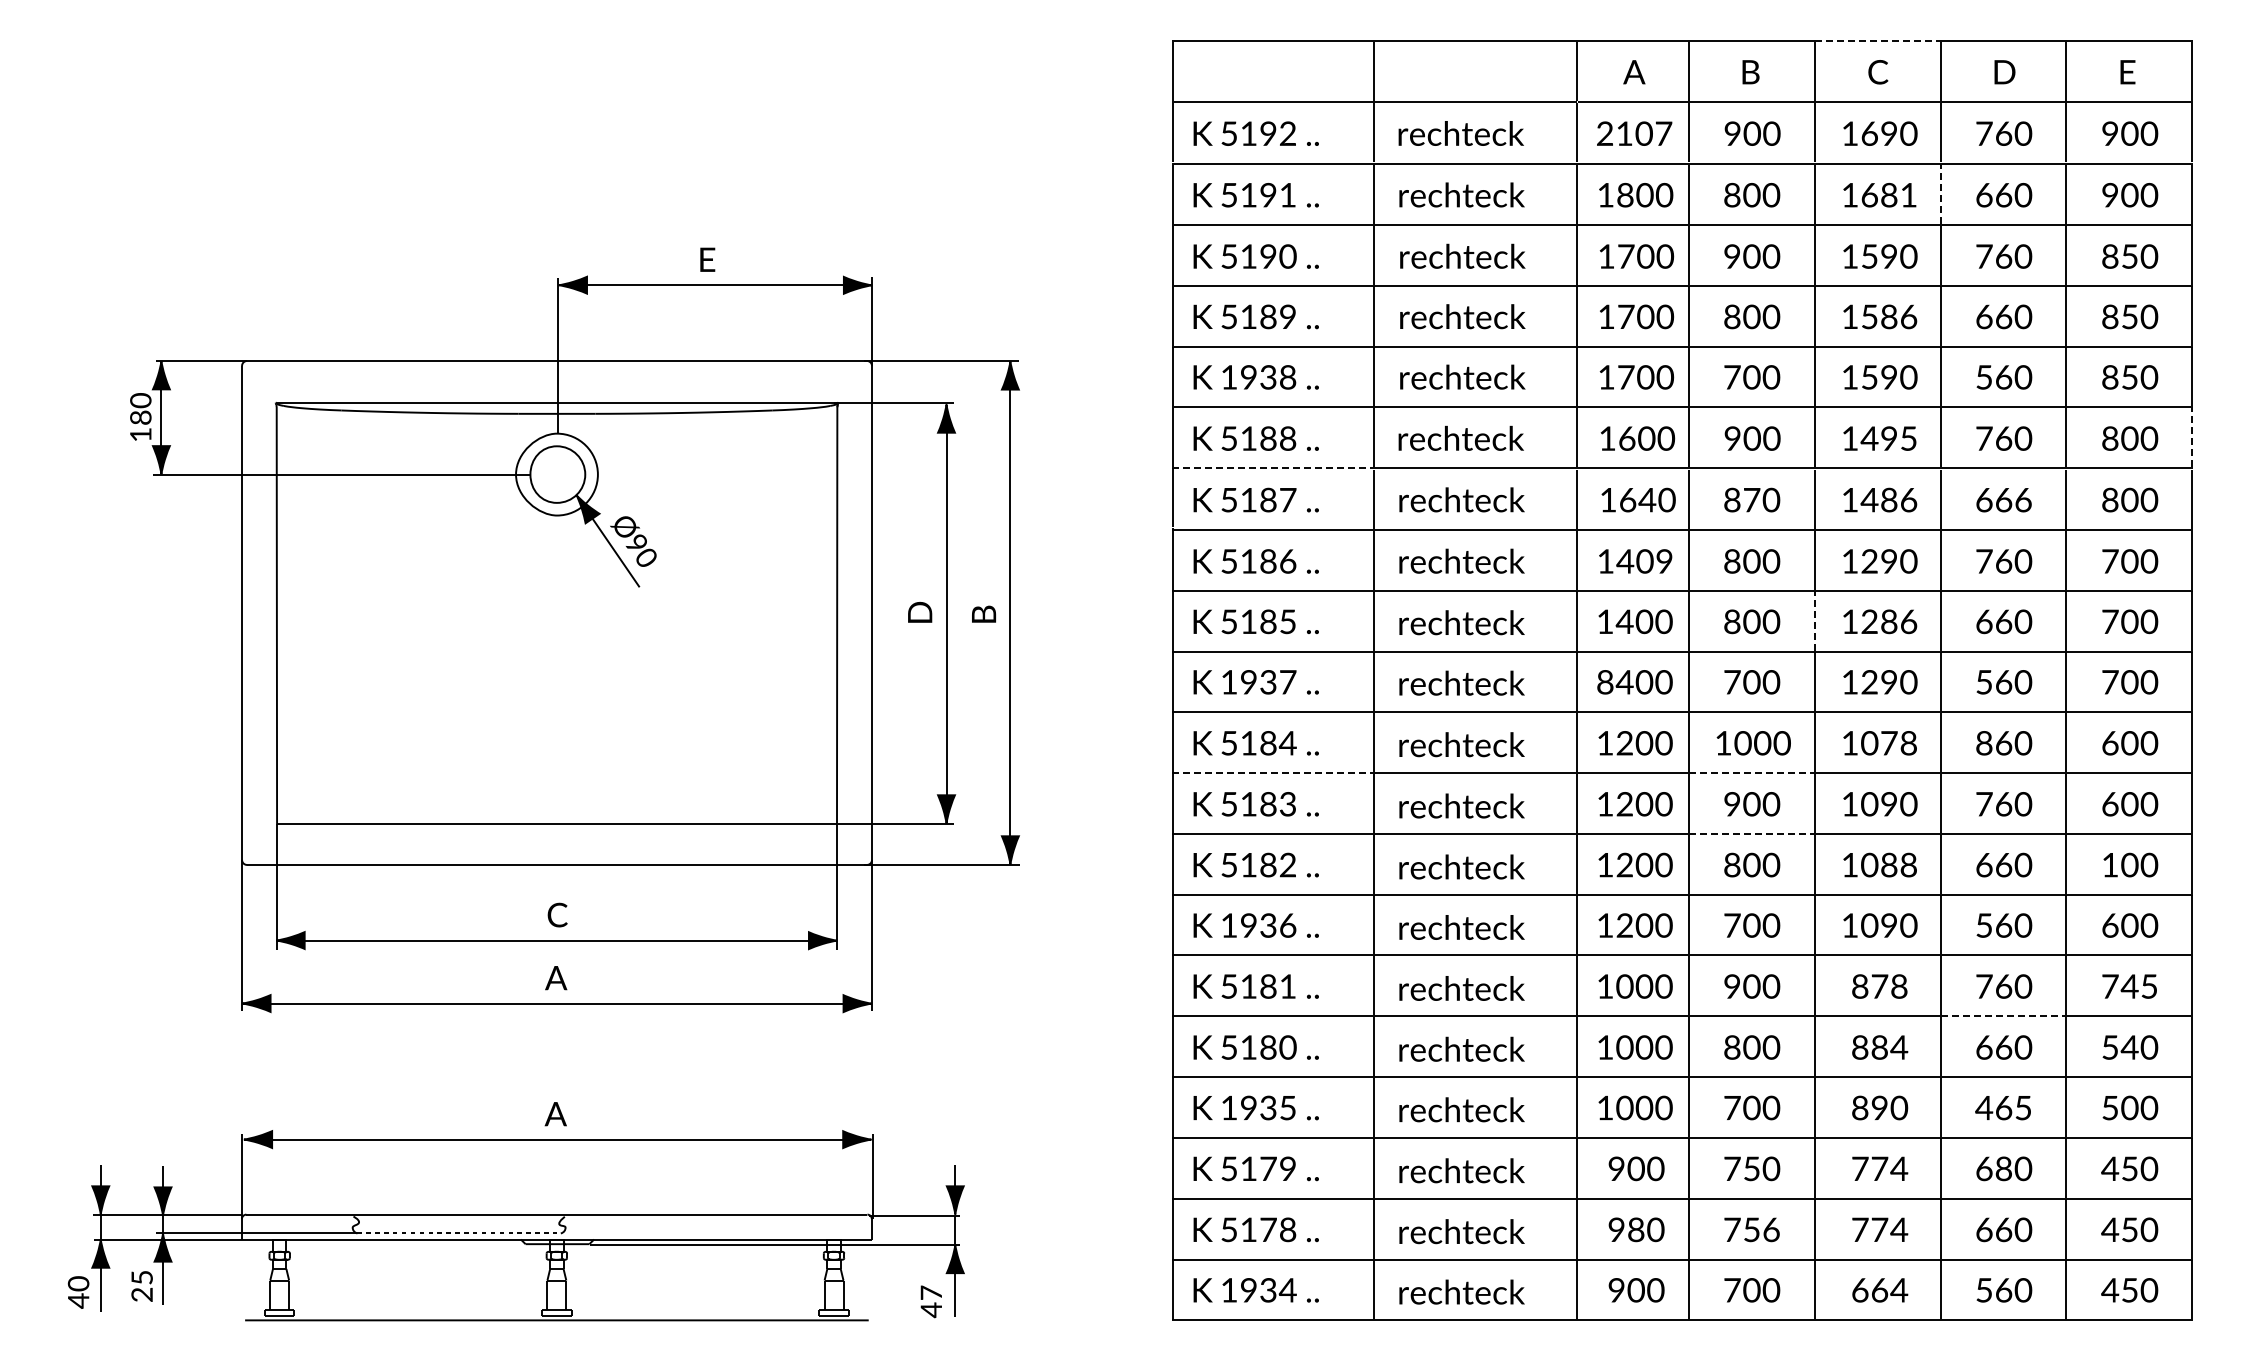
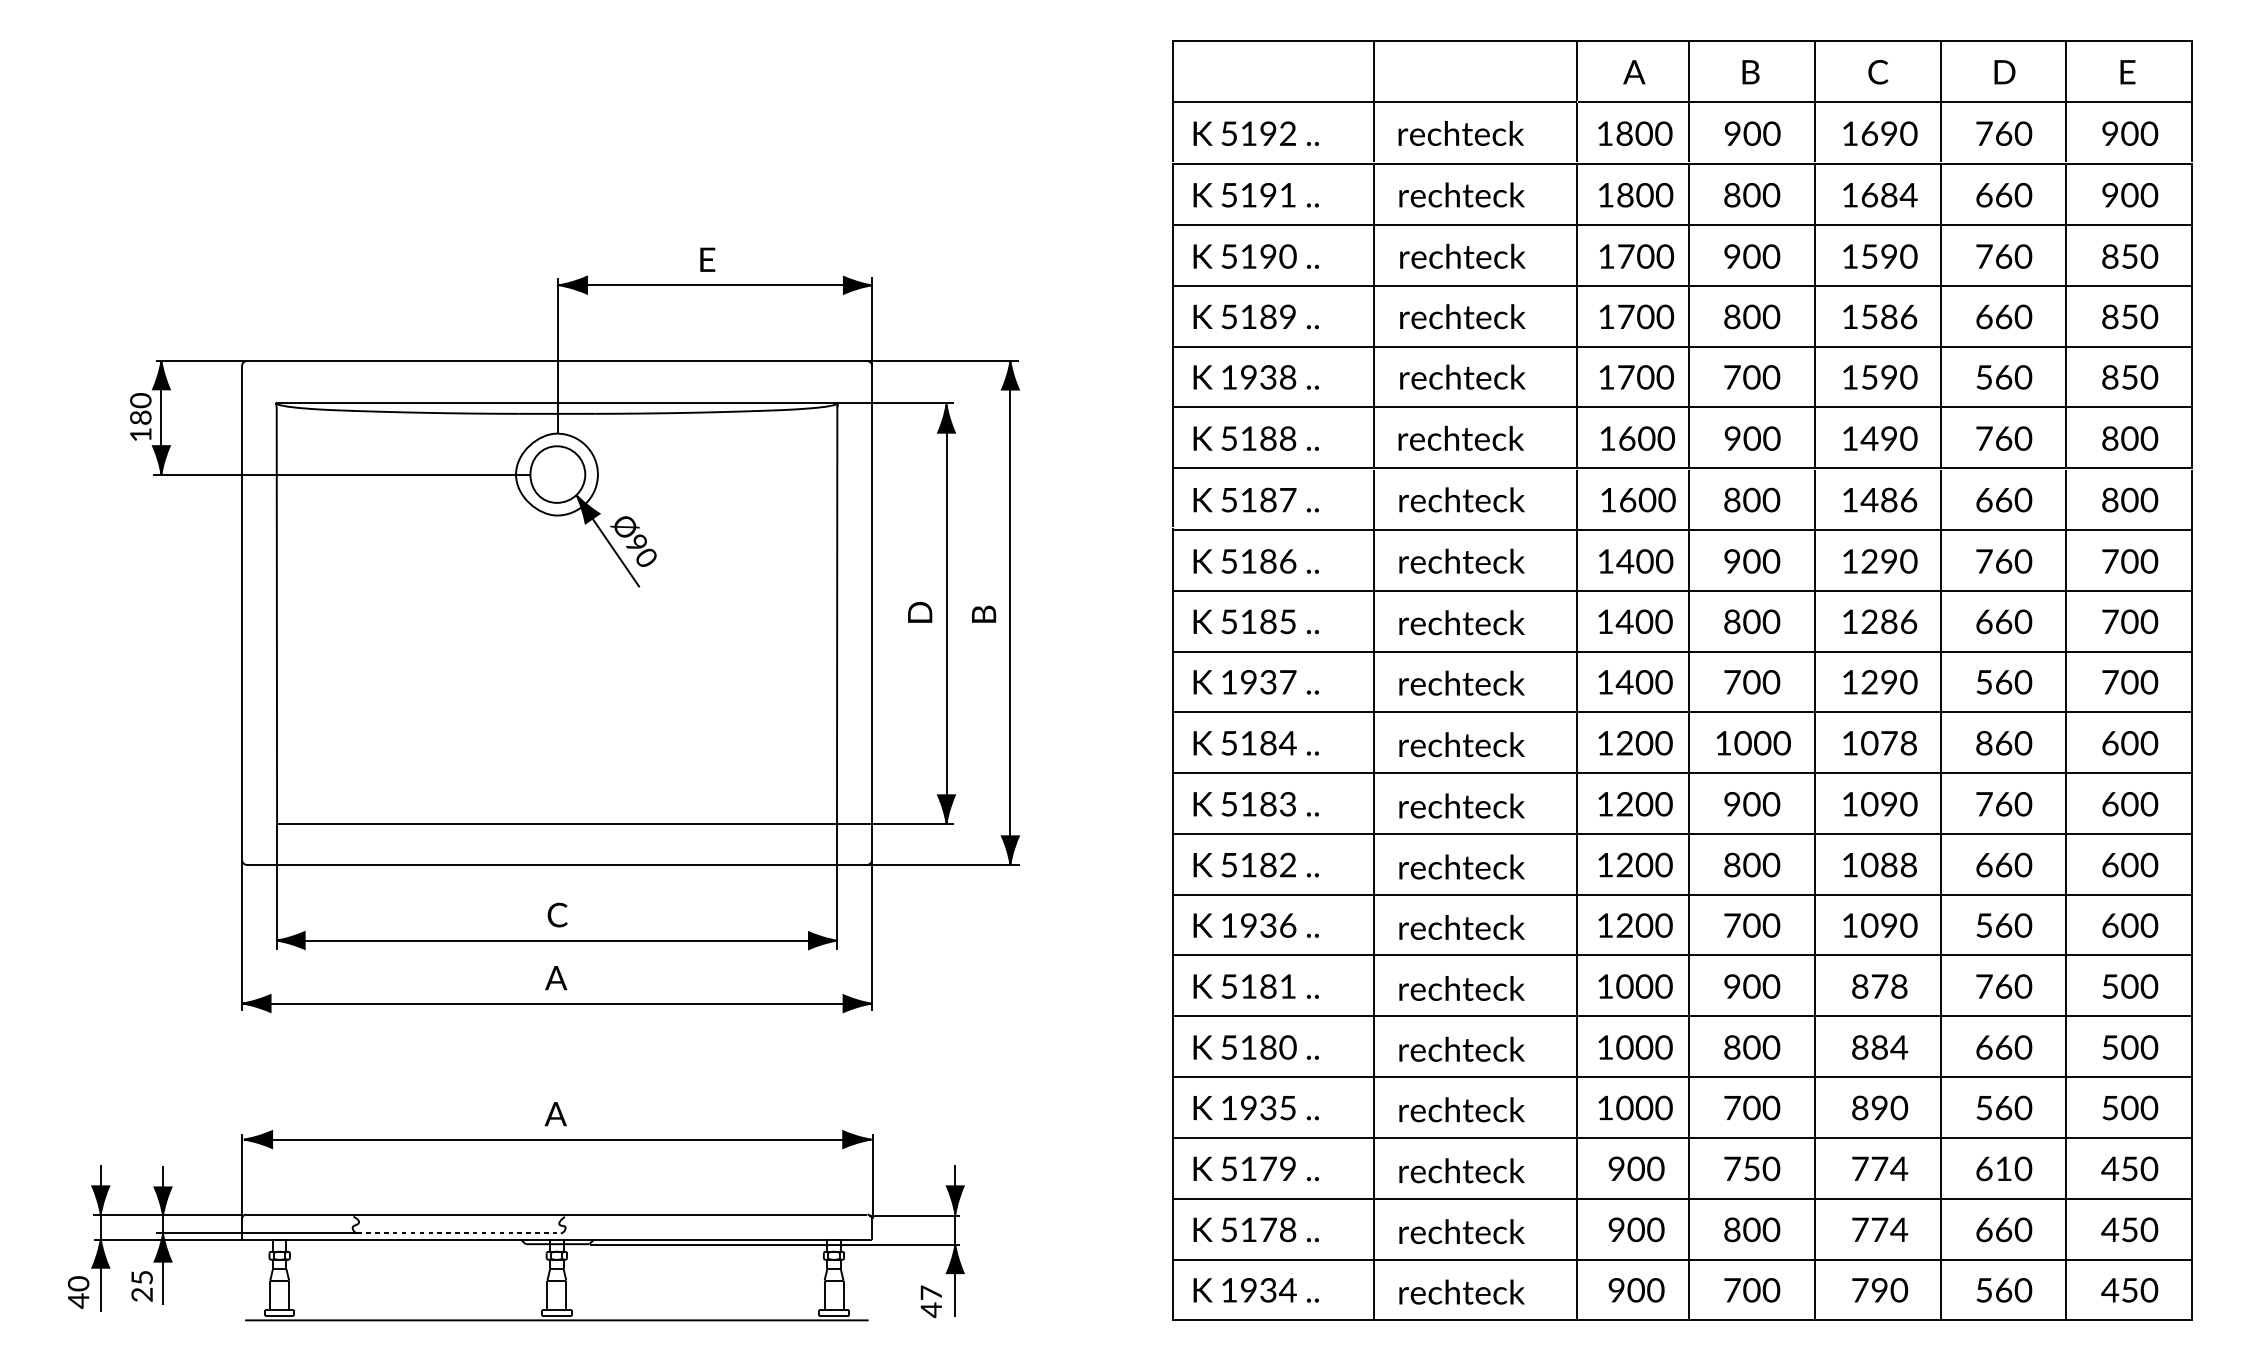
line at (1878, 40): dashed -> solid
text at (1634, 133): 2107 -> 1800
line at (1941, 194): dashed -> solid
text at (1908, 195): 1681 -> 1684
line at (2192, 437): dashed -> solid
text at (1908, 438): 1495 -> 1490
line at (1273, 468): dashed -> solid
text at (1647, 499): 1640 -> 1600
text at (1751, 499): 870 -> 800
text at (2023, 499): 666 -> 660
text at (1664, 561): 1409 -> 1400
text at (1732, 562): 800 -> 900
line at (1815, 620): dashed -> solid
text at (1605, 682): 8400 -> 1400
line at (1273, 773): dashed -> solid
line at (1752, 773): dashed -> solid
line at (1752, 834): dashed -> solid
text at (2110, 865): 100 -> 600
text at (2130, 986): 745 -> 500
line at (2004, 1016): dashed -> solid
text at (2129, 1047): 540 -> 500
text at (2003, 1107): 465 -> 560
text at (2003, 1168): 680 -> 610
text at (1635, 1229): 980 -> 900
text at (1752, 1229): 756 -> 800
text at (1880, 1290): 664 -> 790
